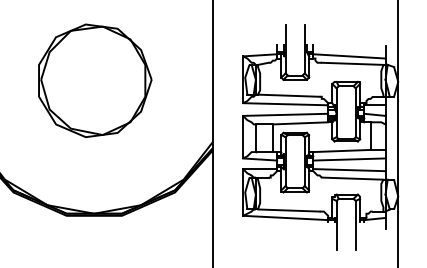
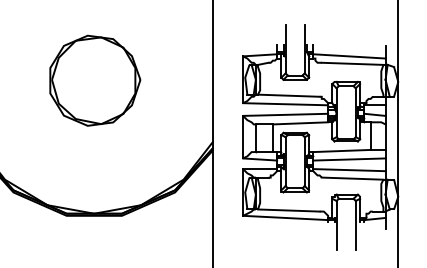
part at (95, 80) size: 115x115 px -> 93x93 px
